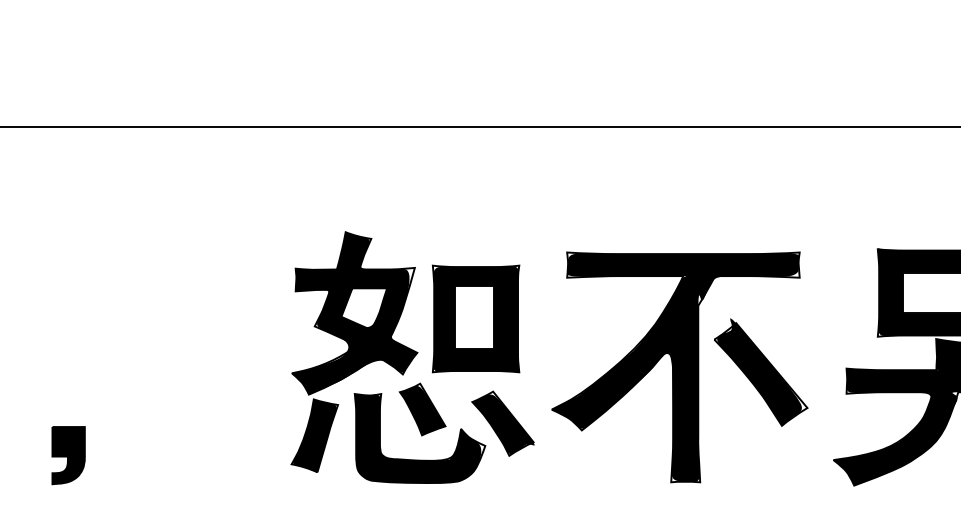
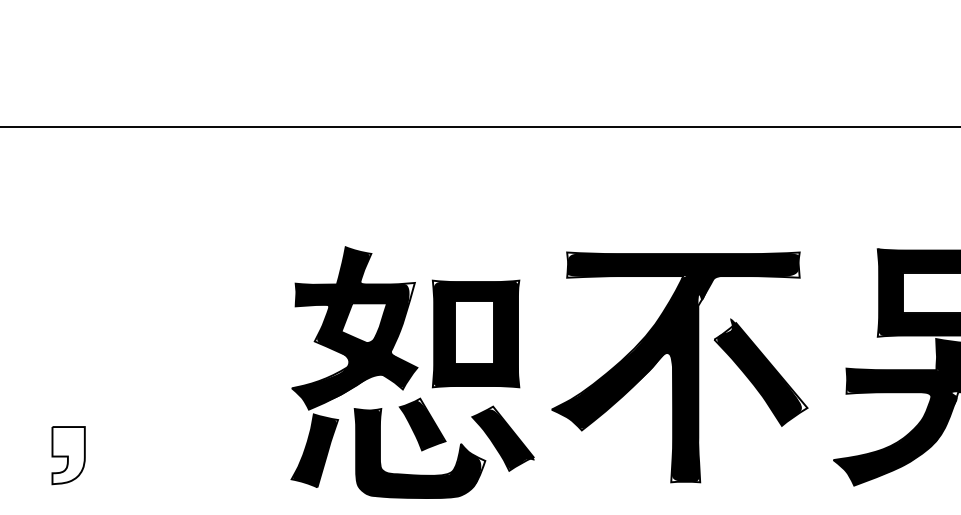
part at (412, 357) position: (412, 357) -> (412, 372)
fill at (68, 455): present -> none
